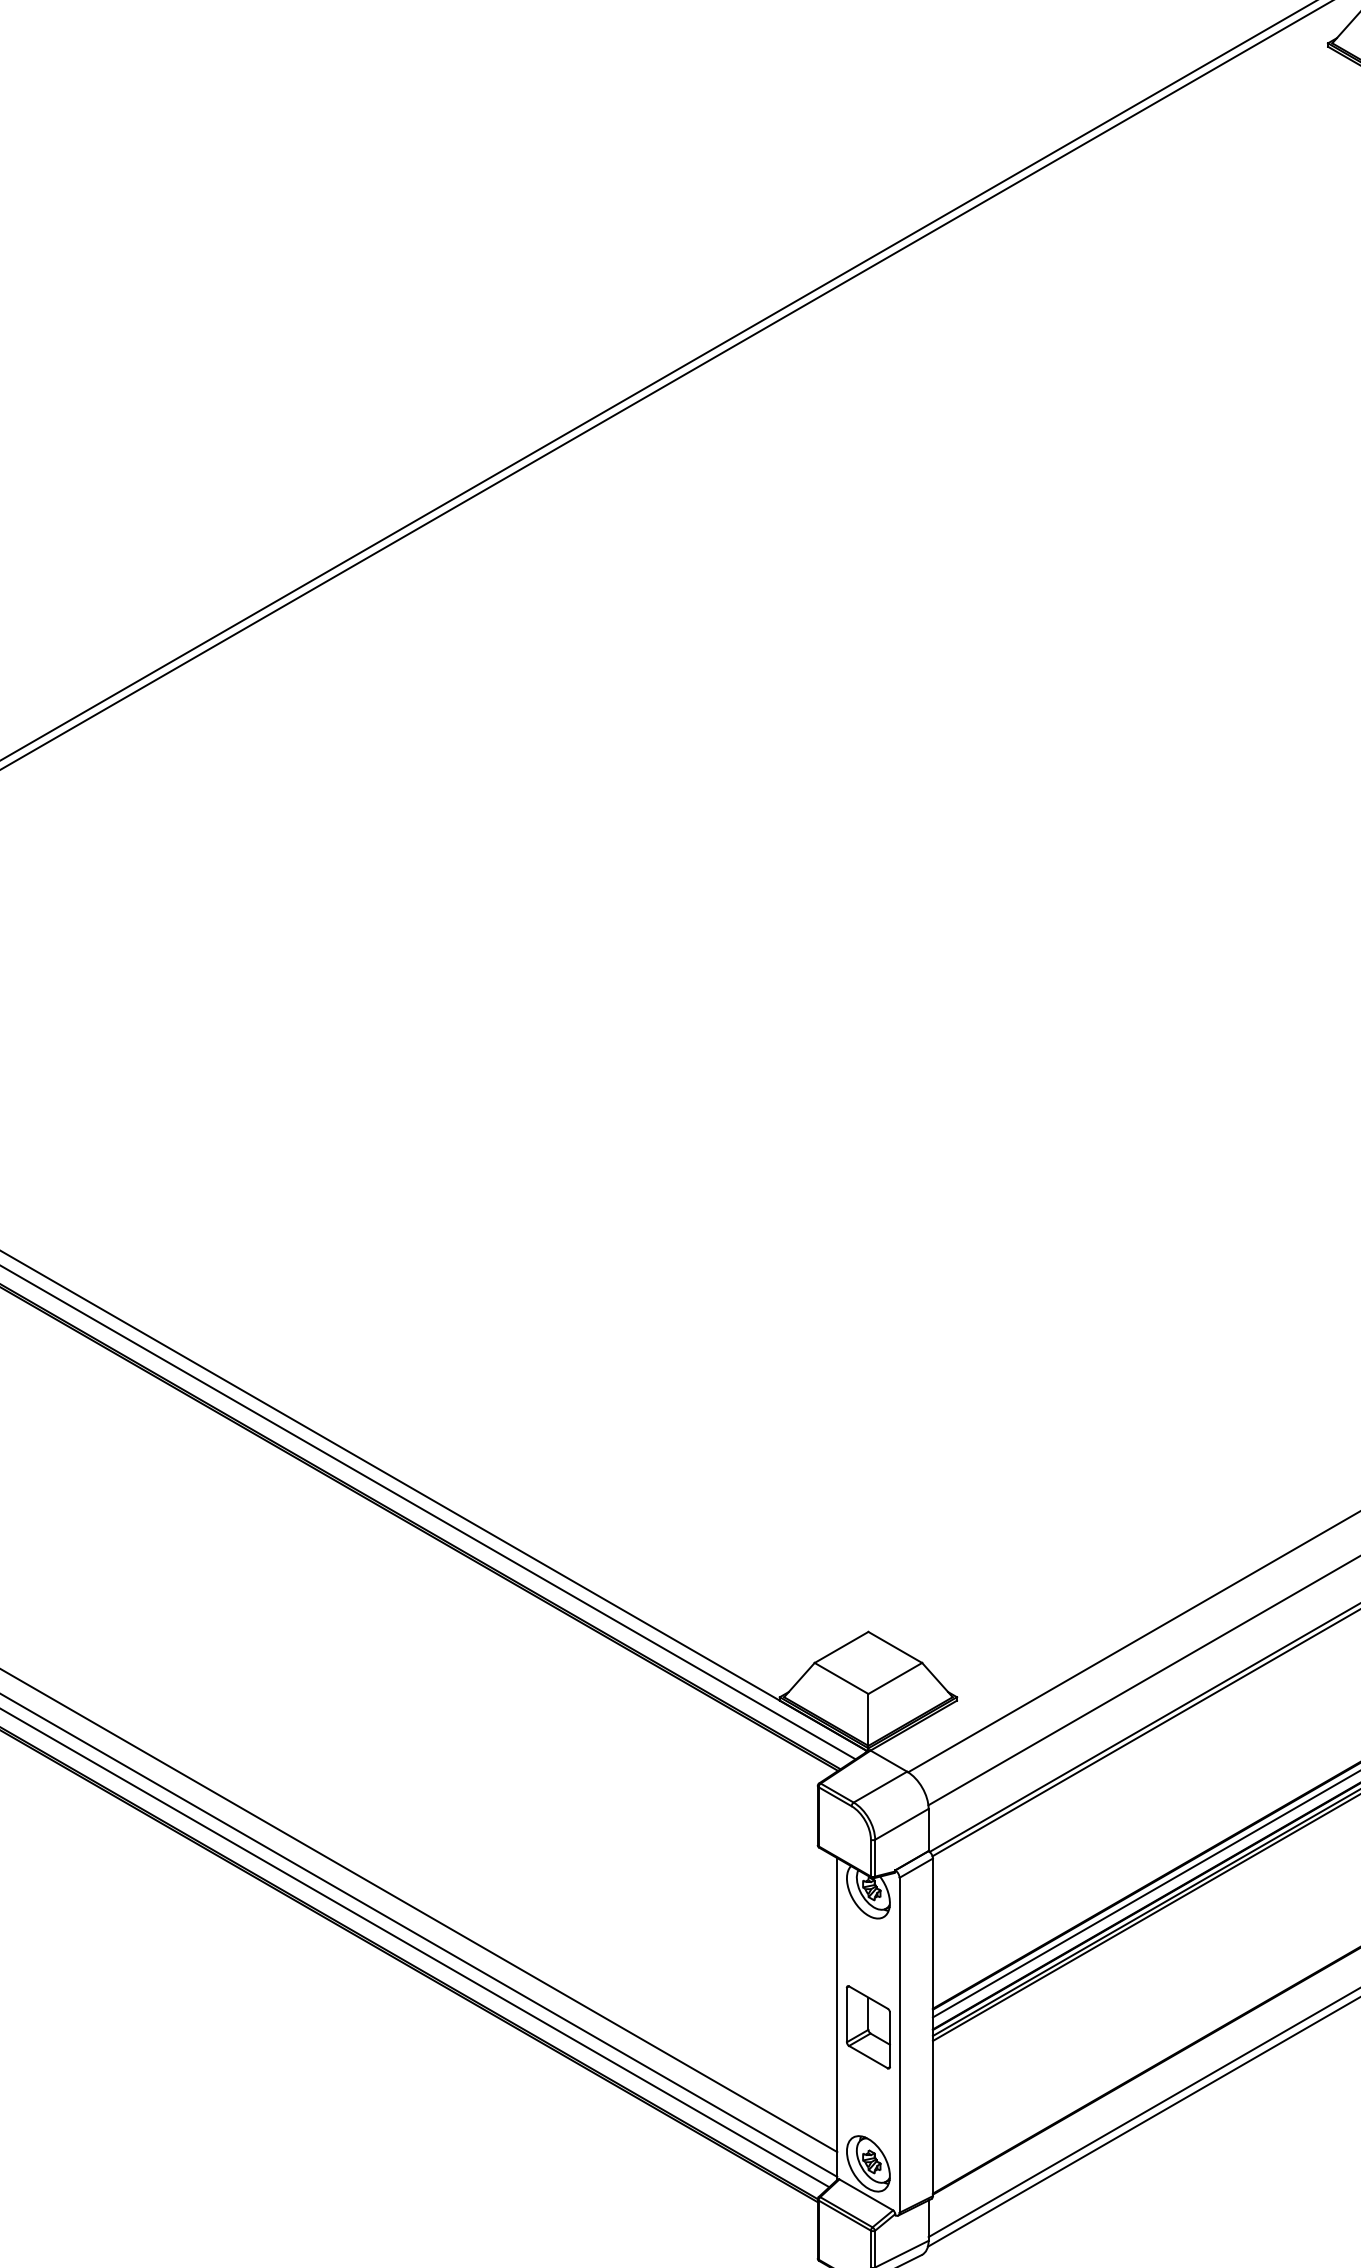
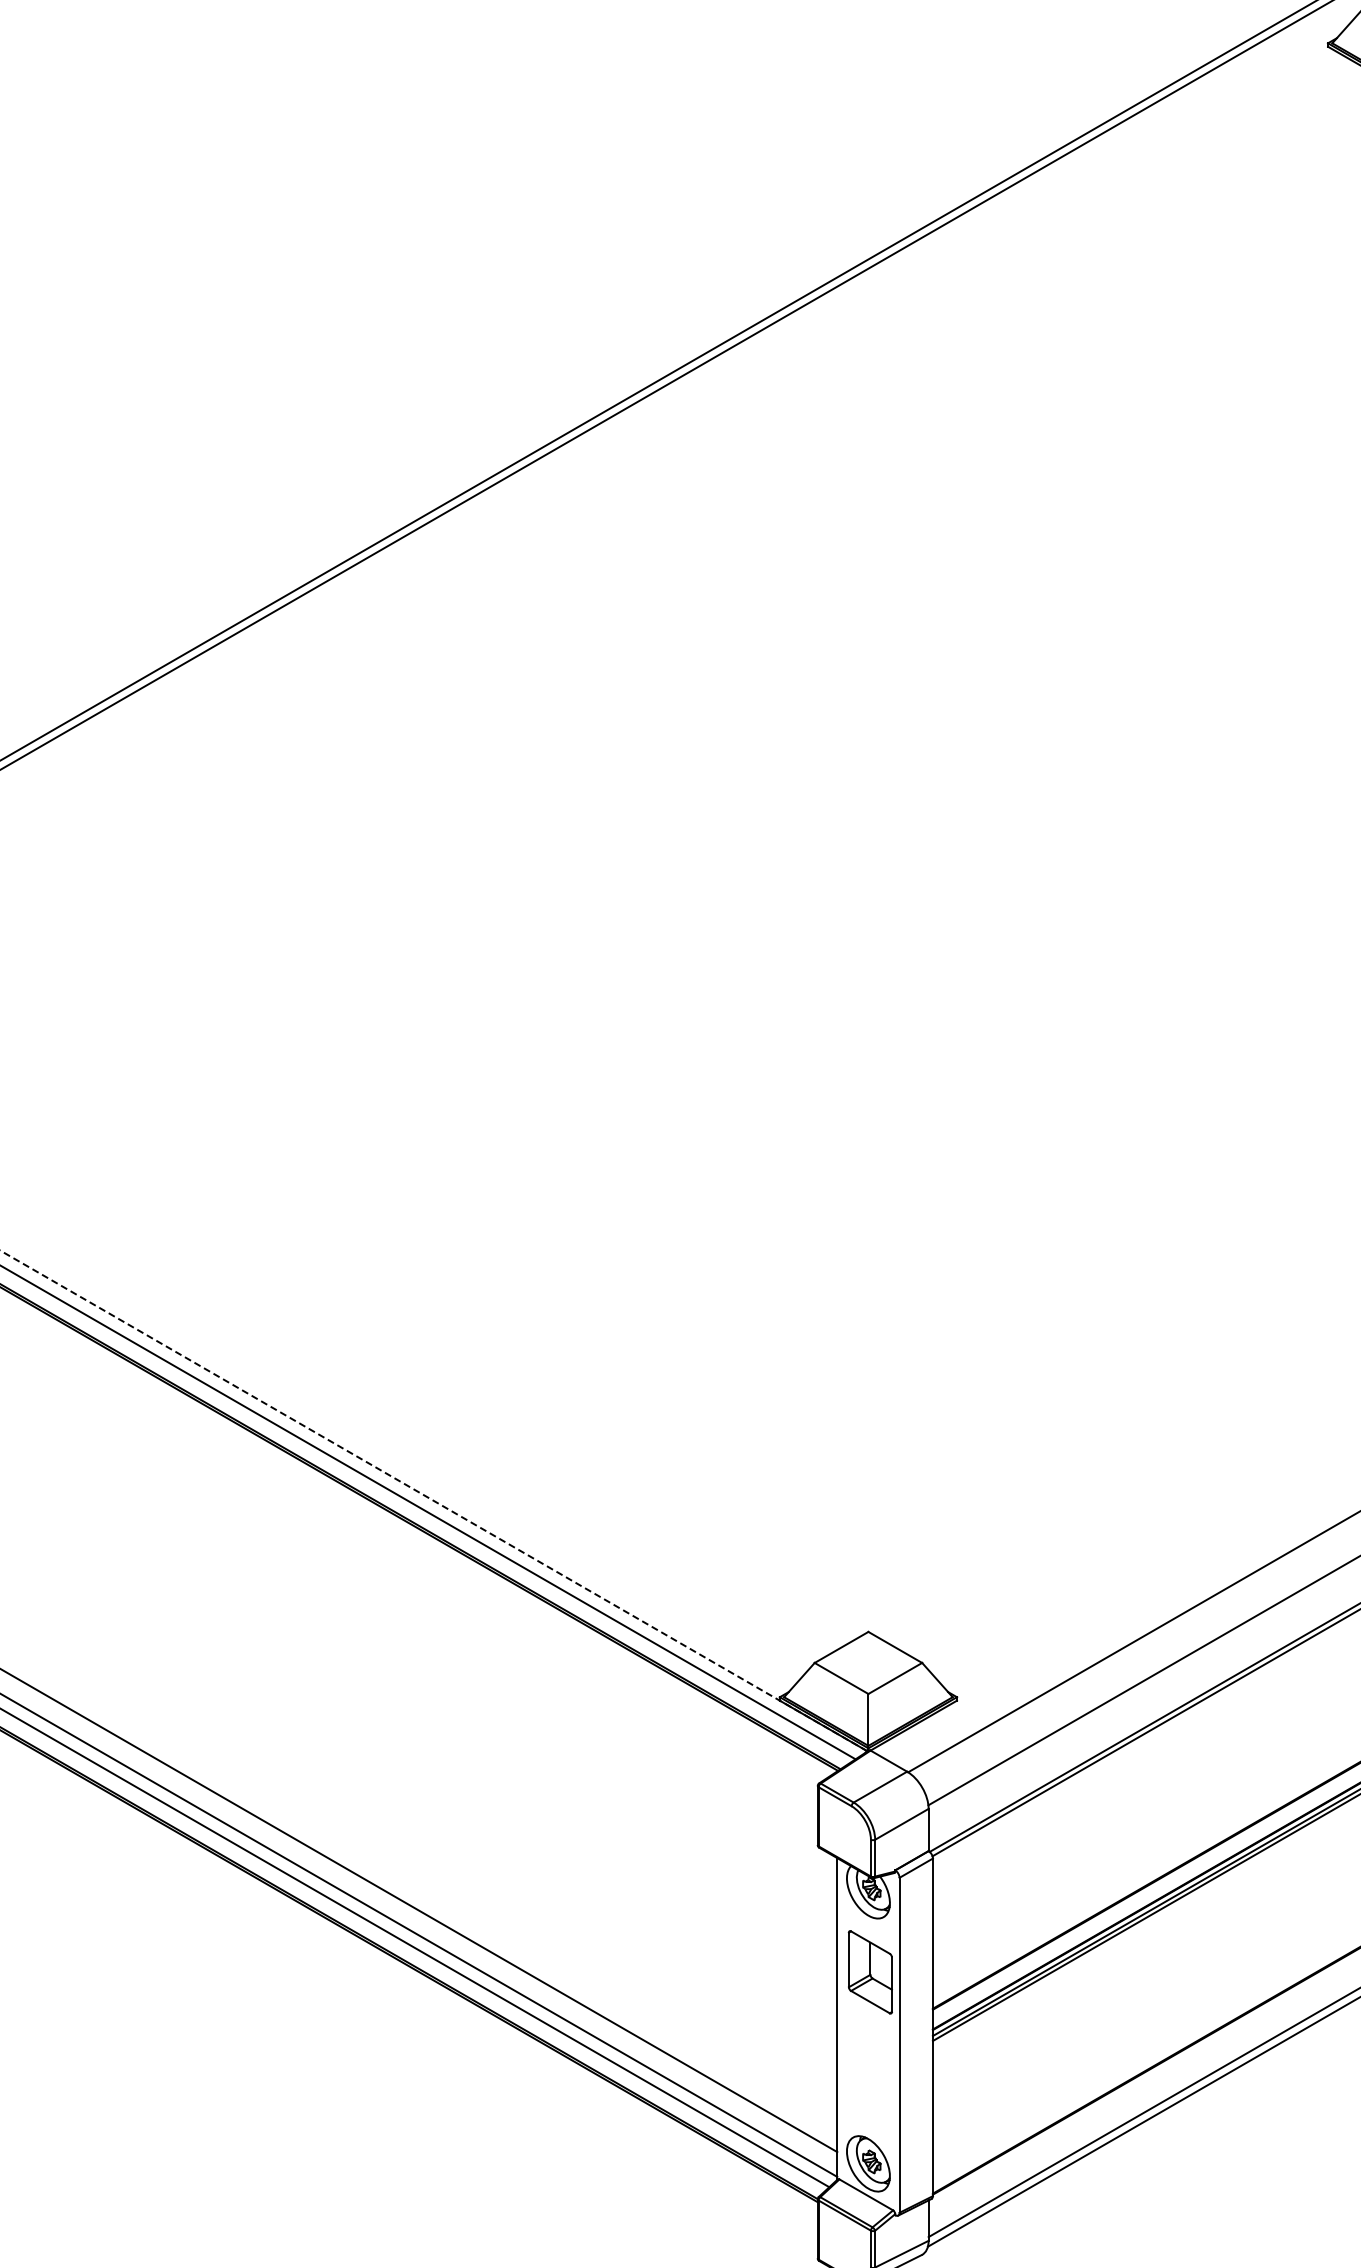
line at (433, 1500): solid -> dashed
line at (1144, 1894): present -> none
part at (867, 2027) position: (867, 2027) -> (869, 1972)
